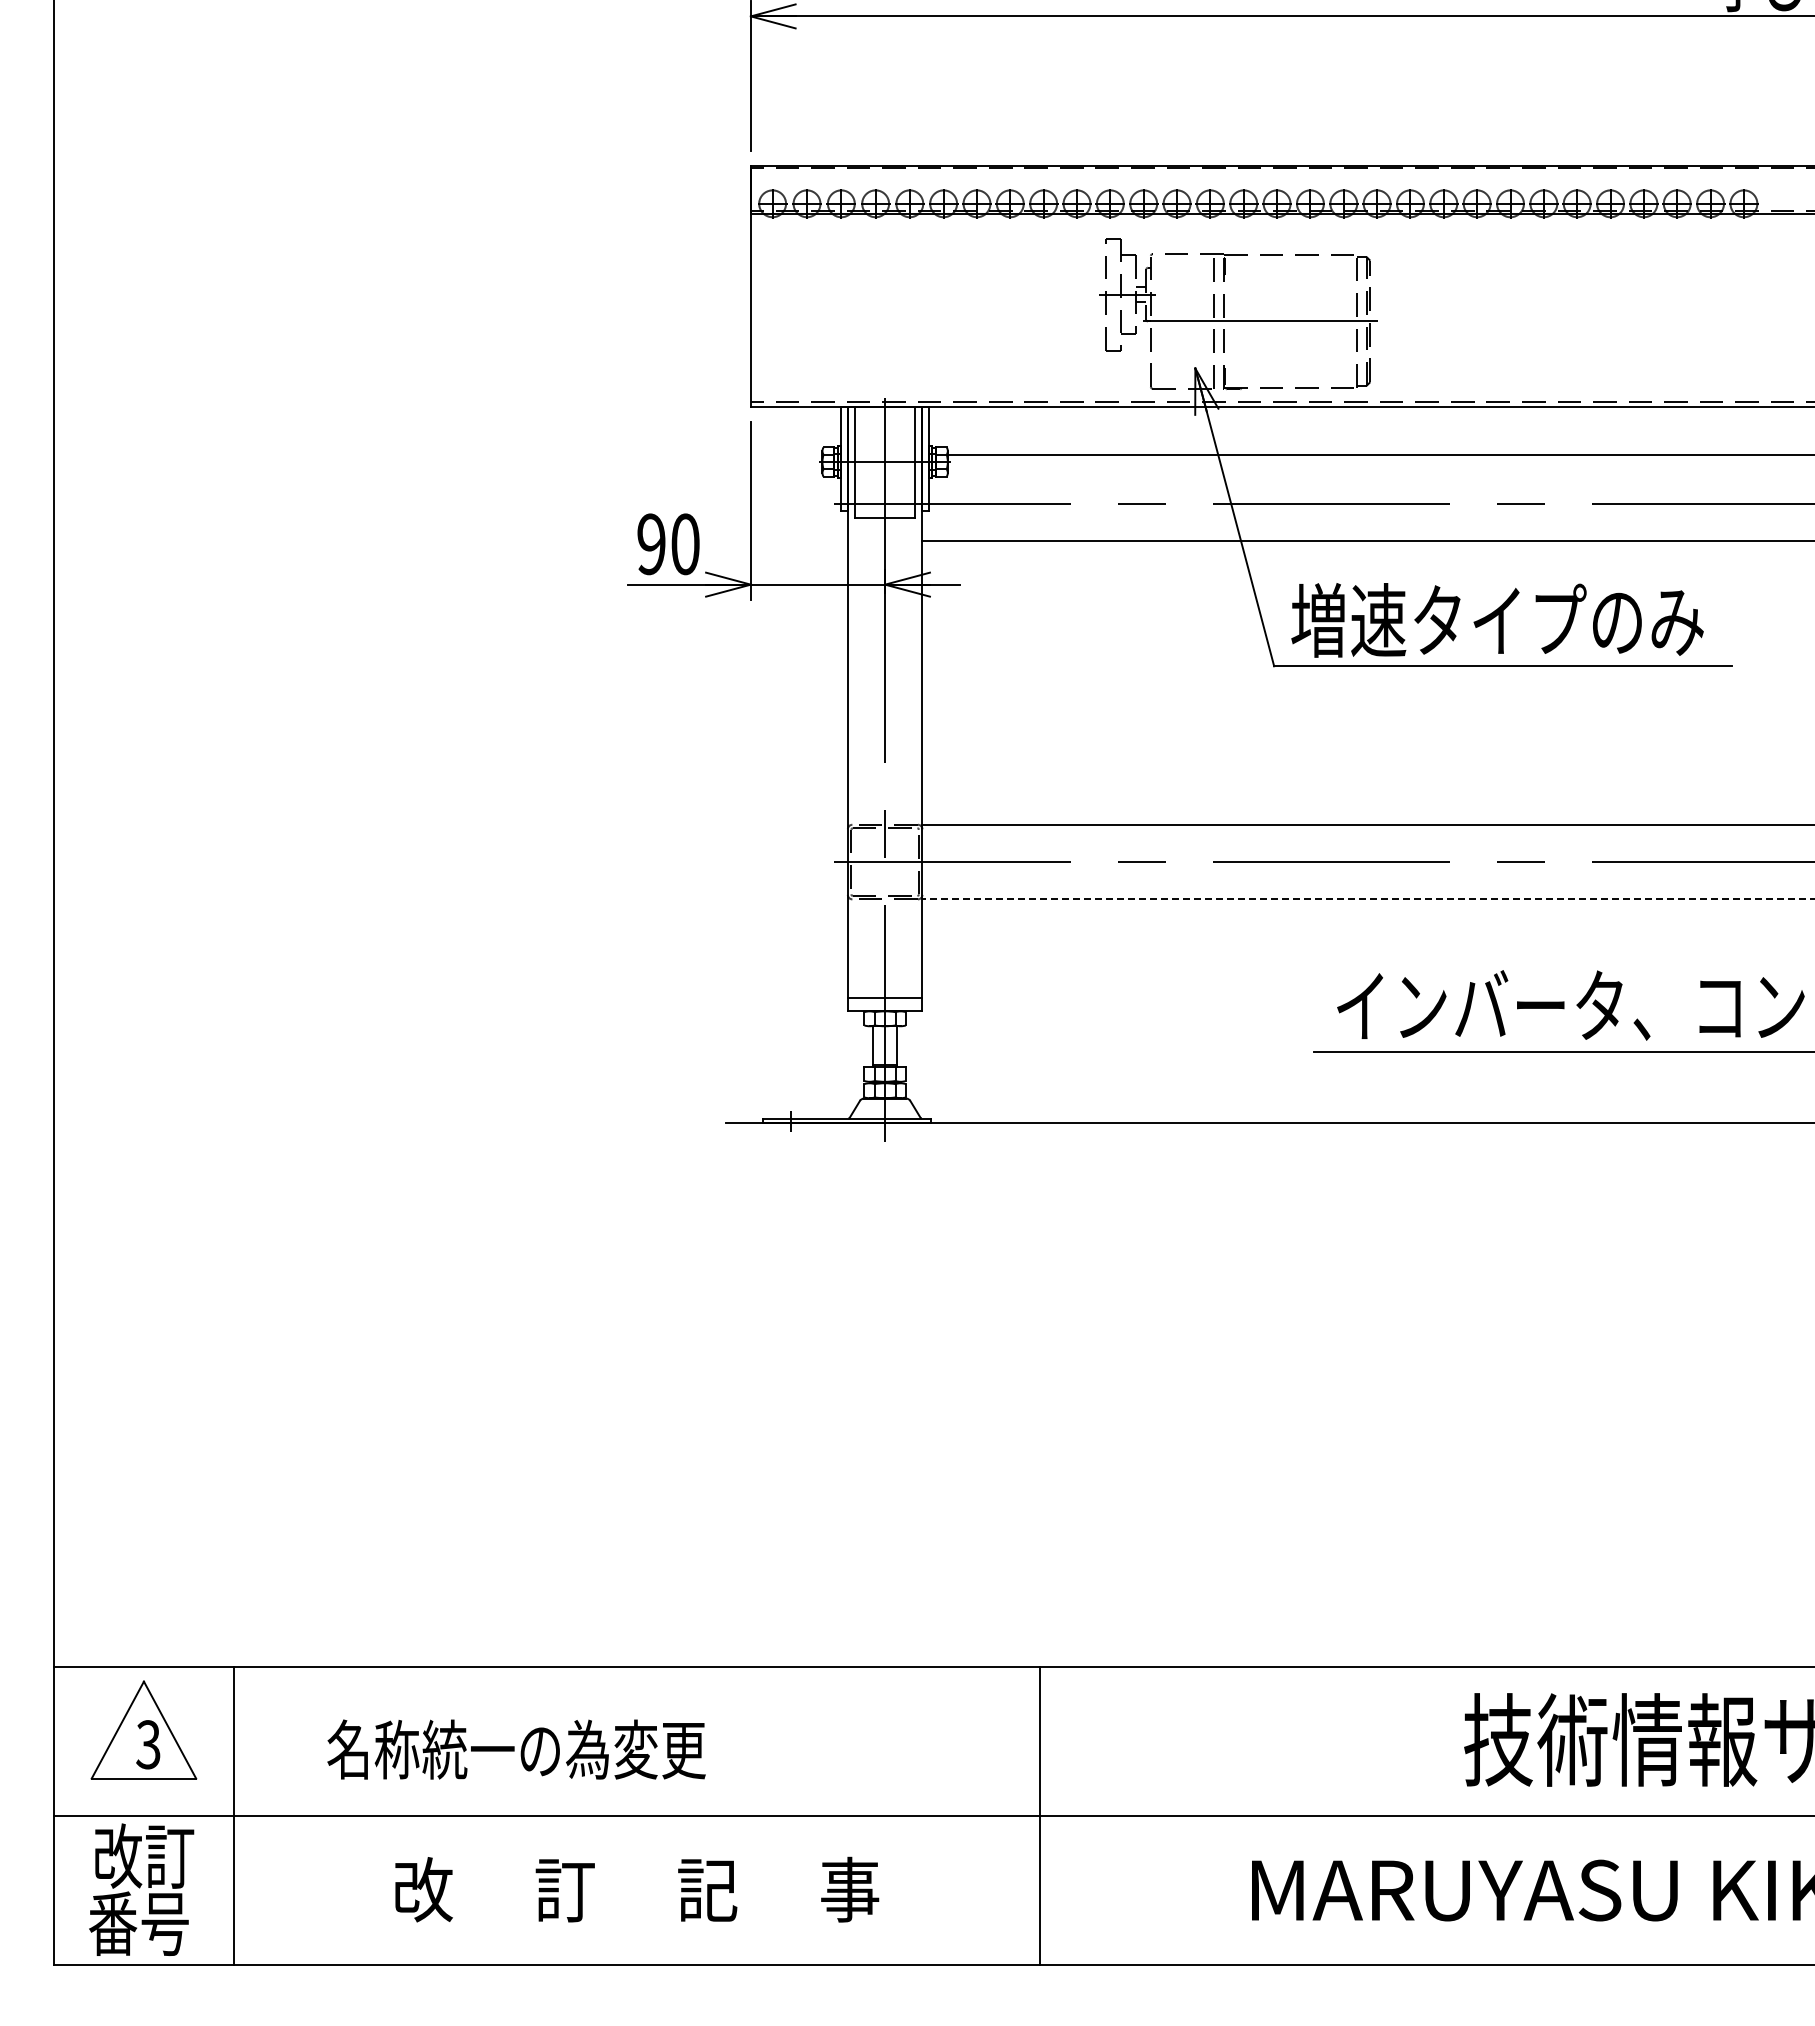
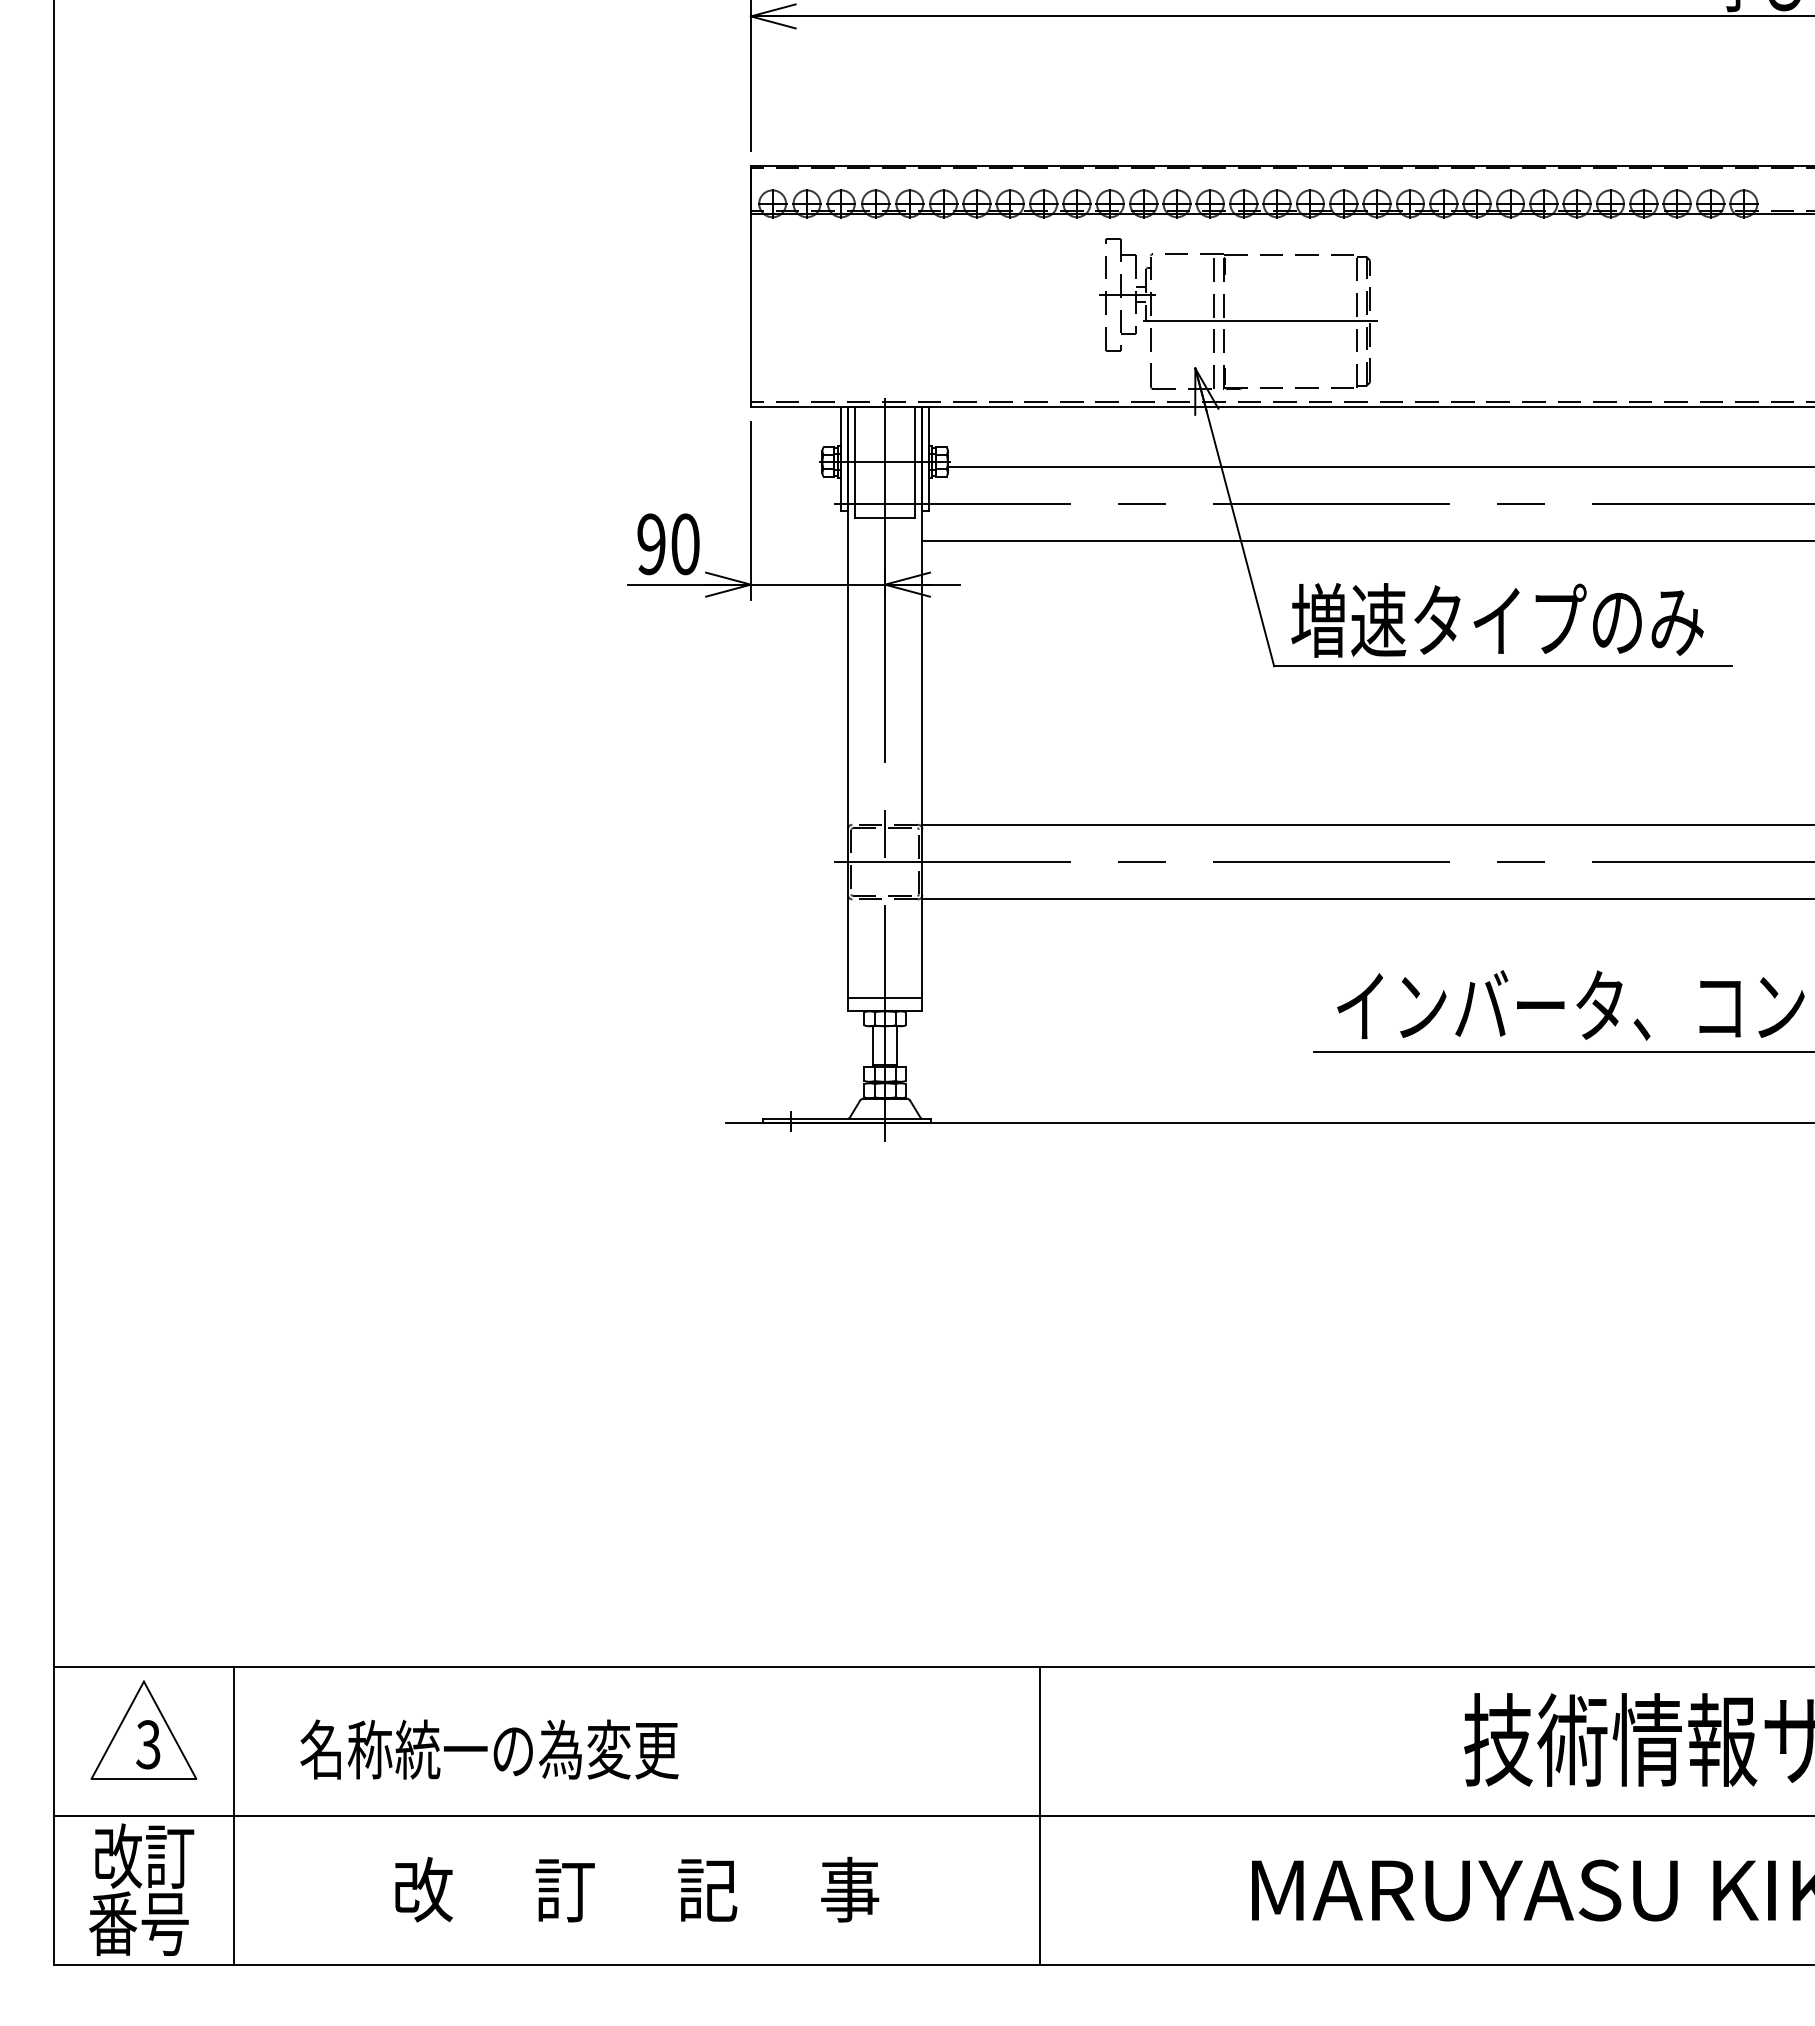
line at (1379, 454) position: (1379, 454) -> (1379, 466)
line at (1368, 899): dashed -> solid
text at (516, 1749) position: (516, 1749) -> (489, 1749)
